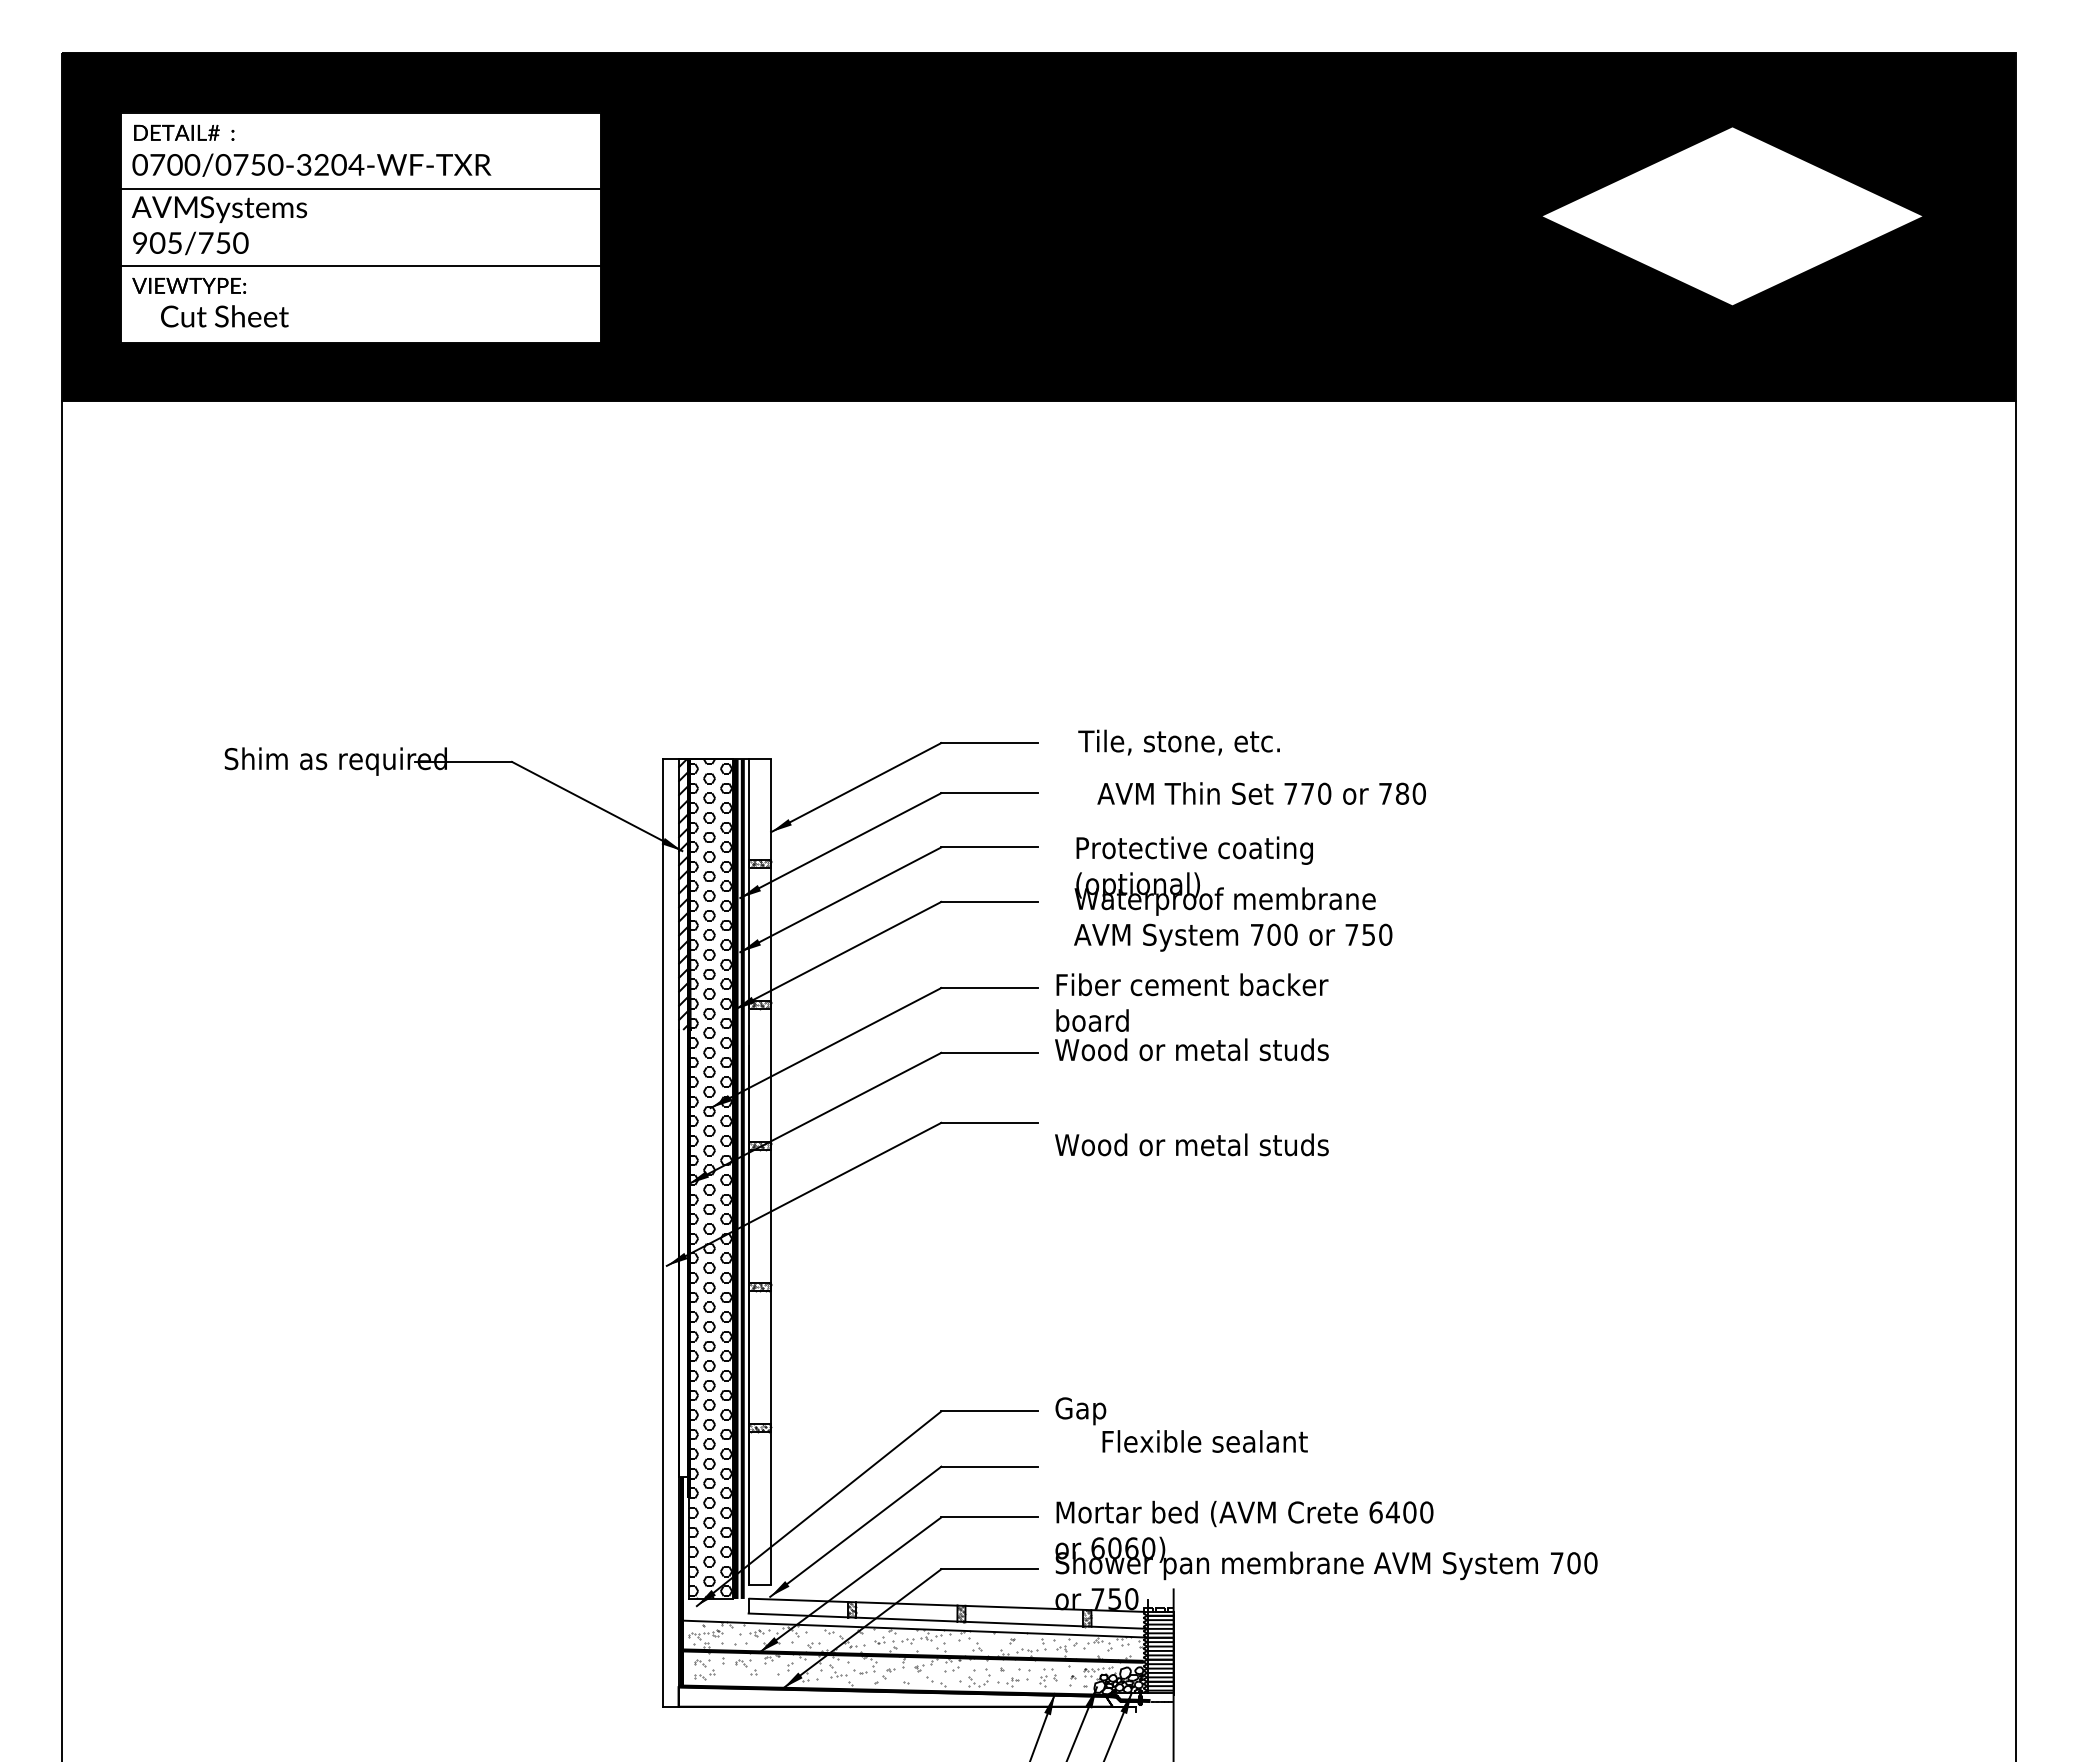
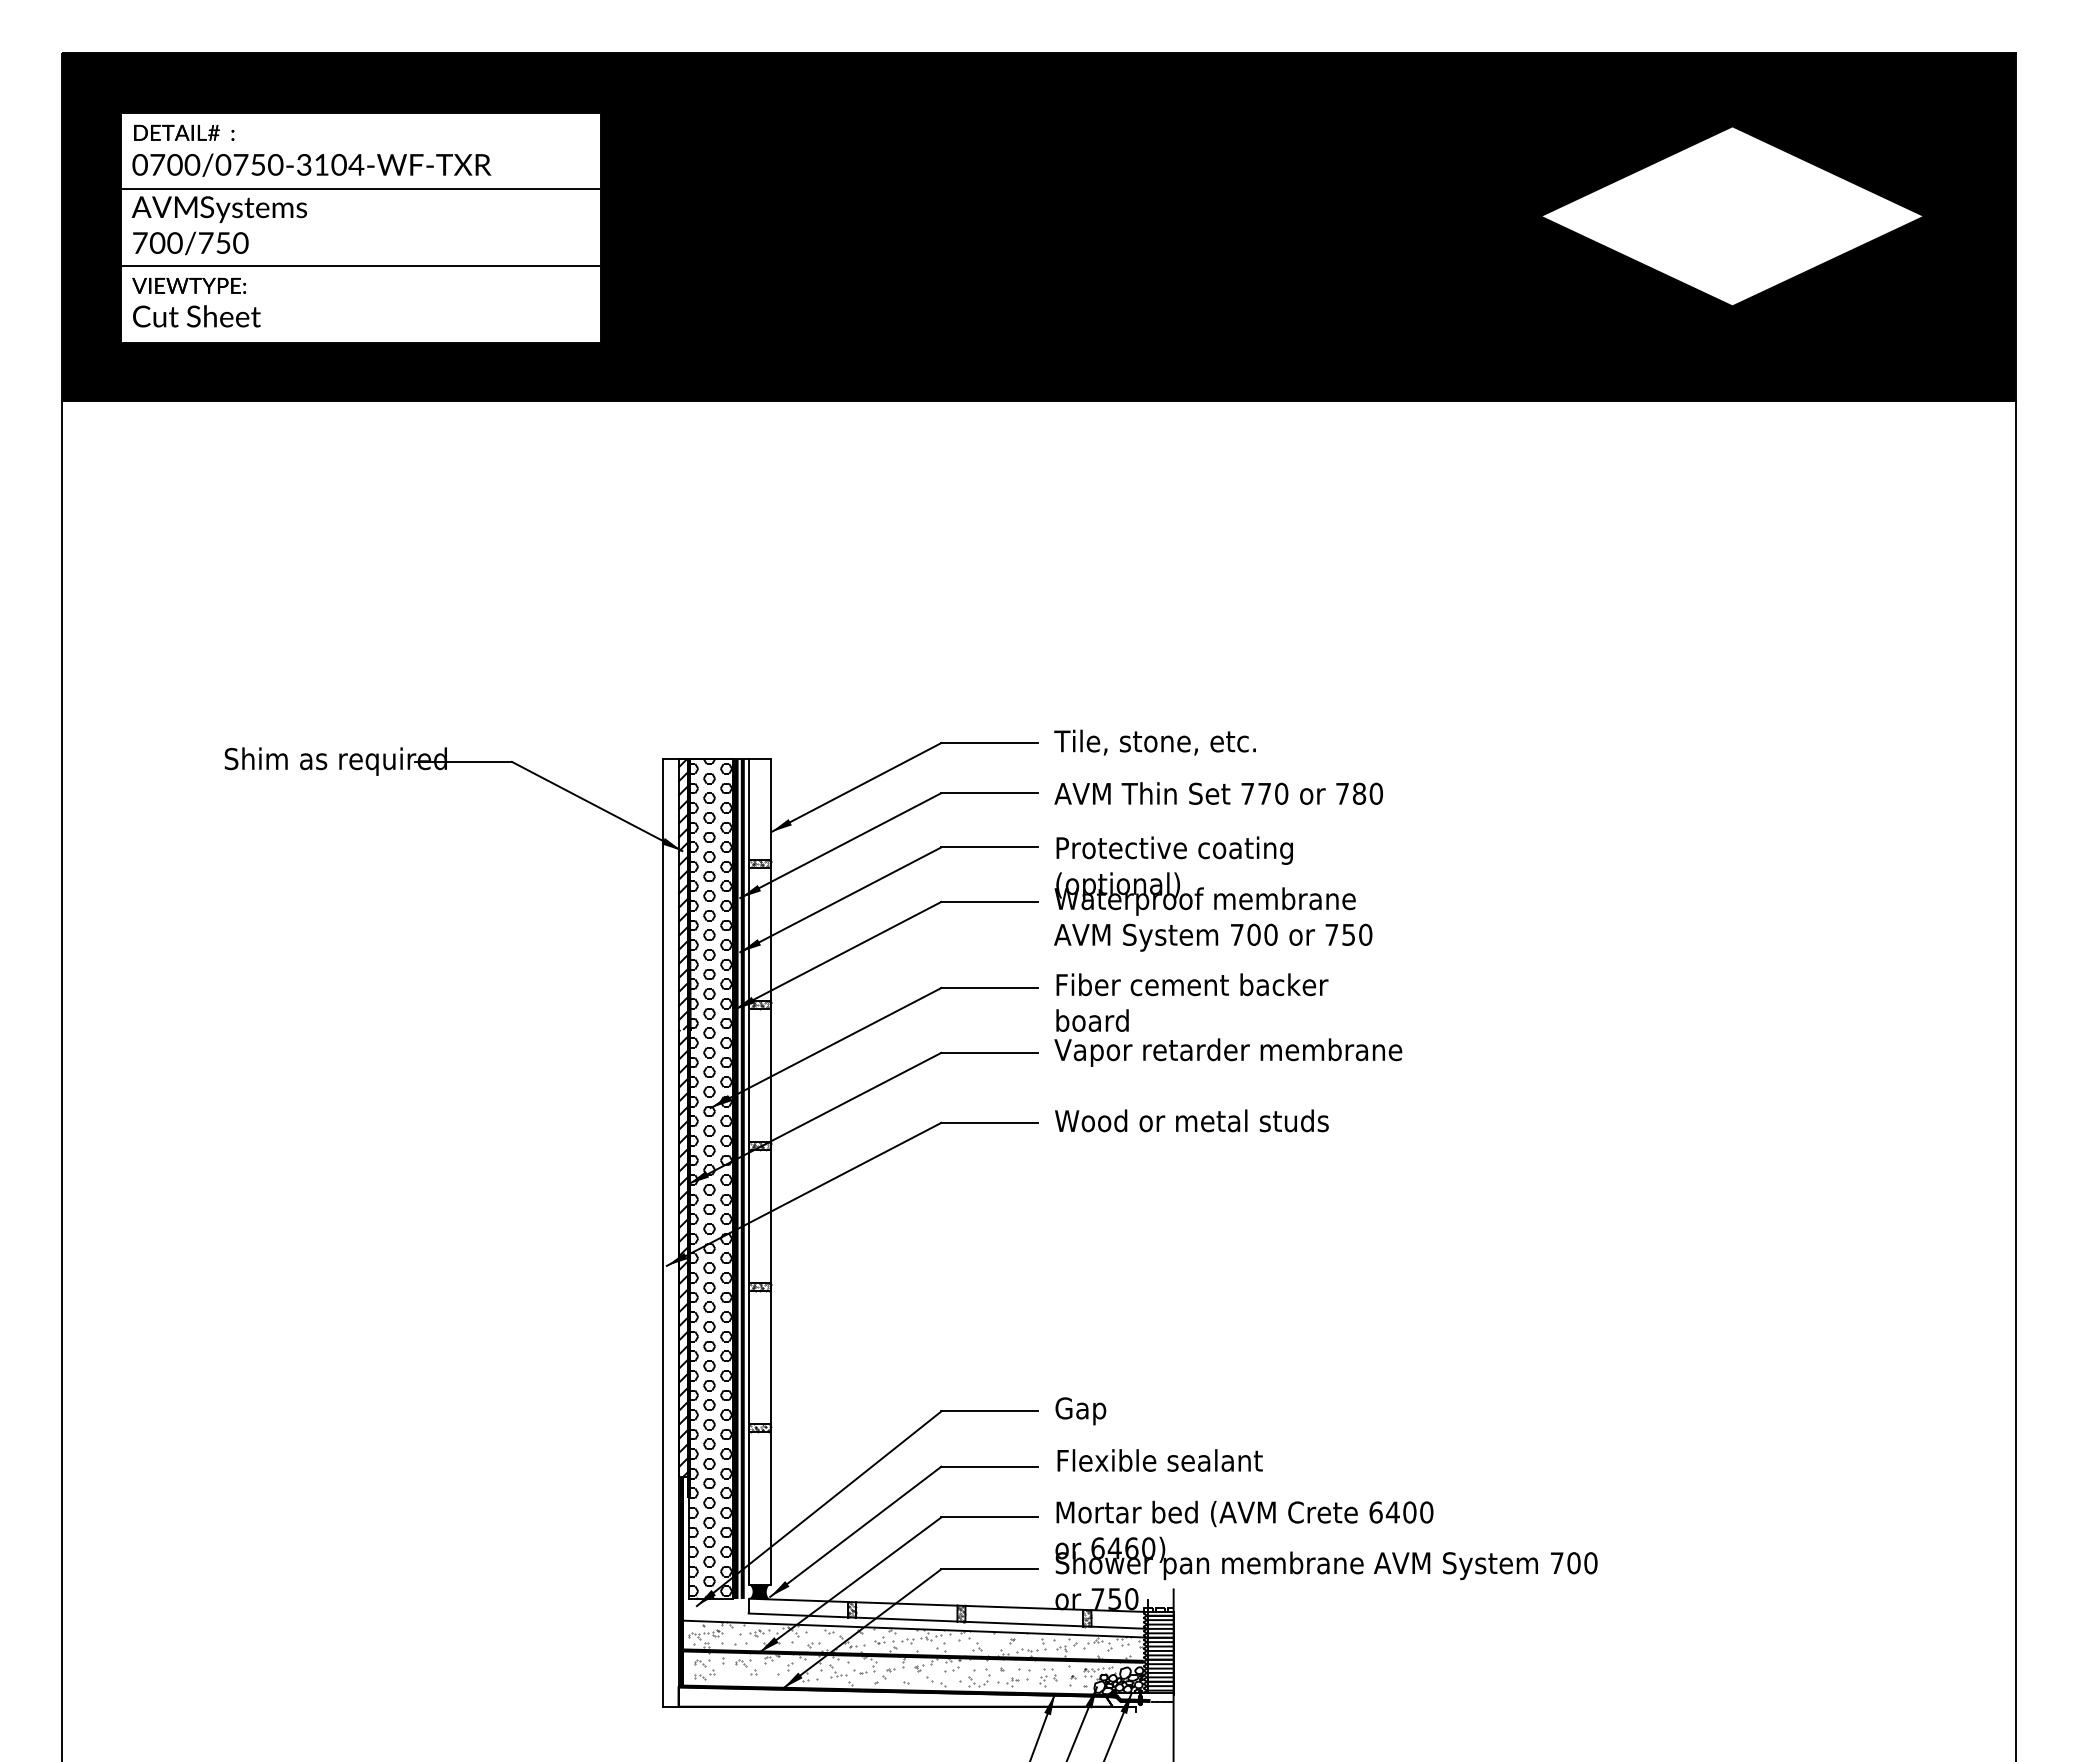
text at (321, 164): 0700/0750-3204-WF-TXR -> 0700/0750-3104-WF-TXR
text at (157, 242): 905/750 -> 700/750
text at (224, 316) position: (224, 316) -> (196, 316)
text at (1178, 742) position: (1178, 742) -> (1154, 742)
text at (1261, 793) position: (1261, 793) -> (1218, 793)
text at (1233, 893) position: (1233, 893) -> (1213, 893)
text at (1228, 1052): Wood or metal studs -> Vapor retarder membrane
text at (1191, 1144) position: (1191, 1144) -> (1191, 1120)
hatch at (683, 1252): none -> present
text at (1204, 1441) position: (1204, 1441) -> (1159, 1460)
text at (1114, 1548): 6060) -> 6460)
fill at (759, 1591): none -> present
